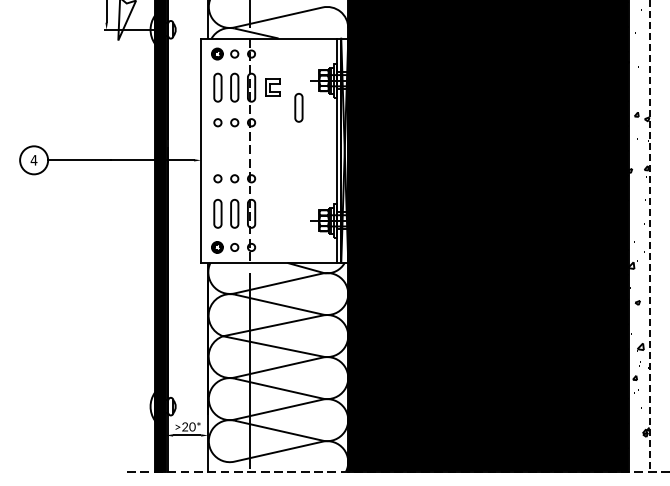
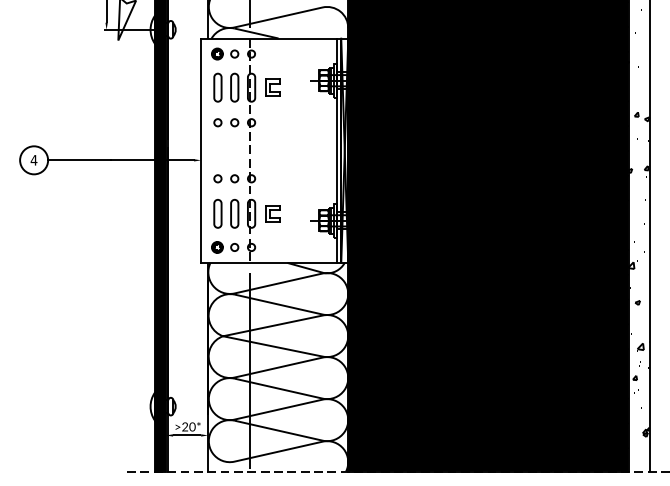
part at (298, 107): present -> none
part at (272, 213): none -> present
line at (649, 236): dashed -> solid
